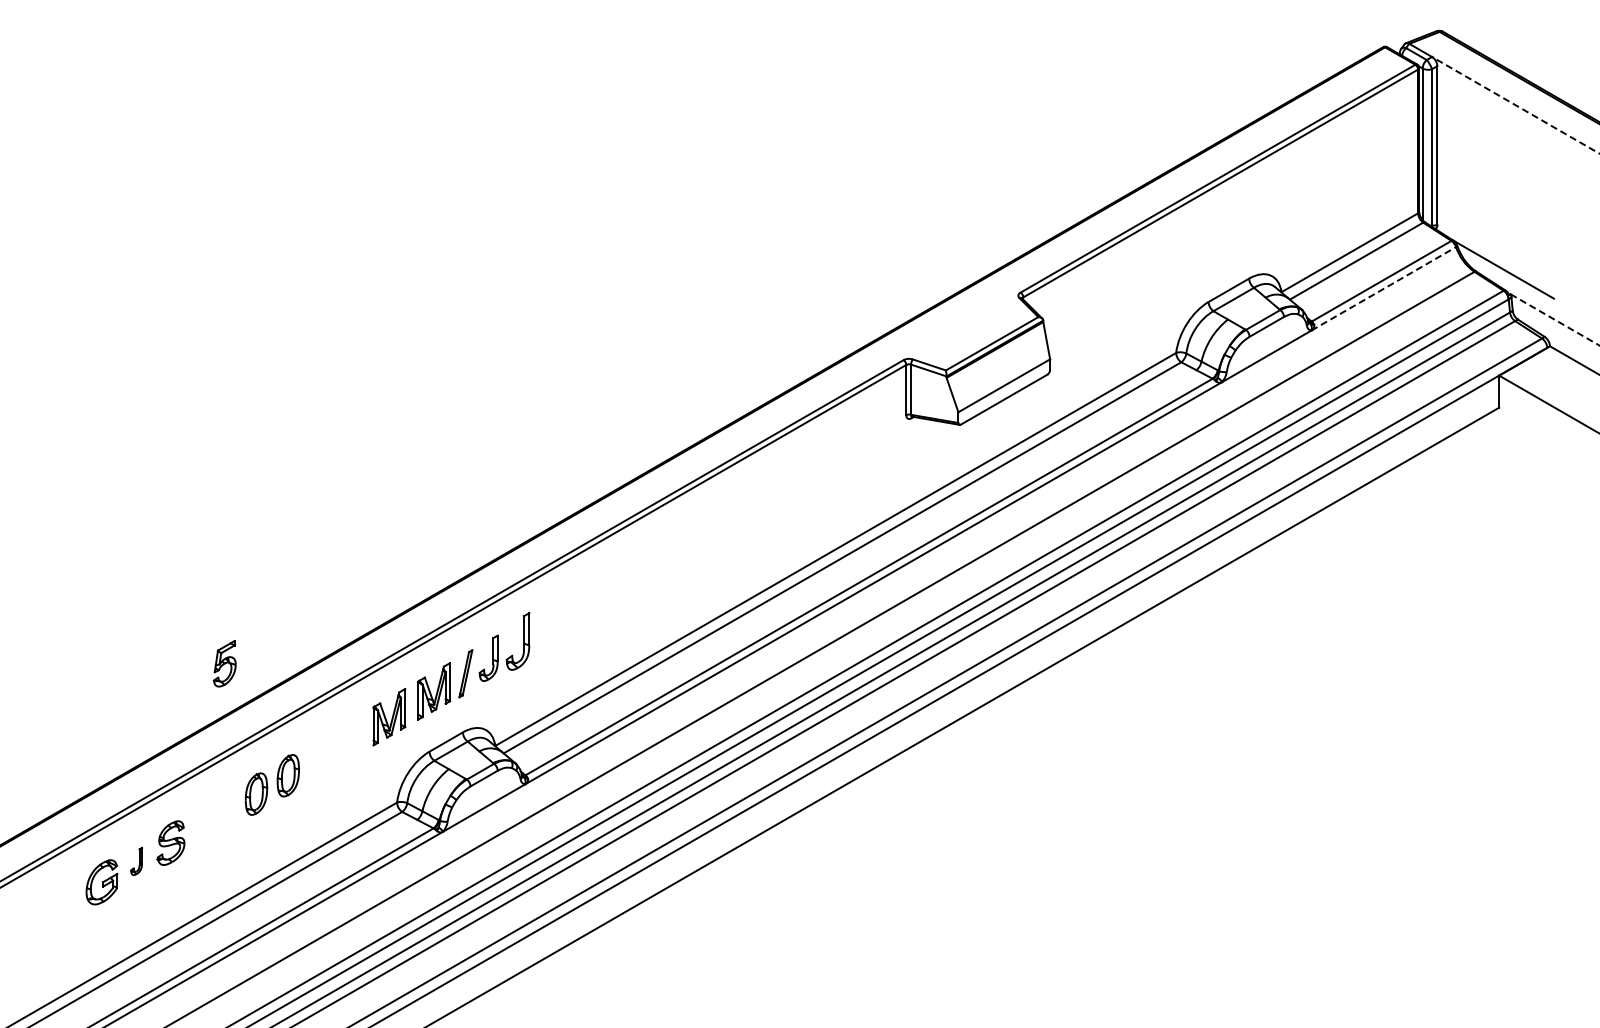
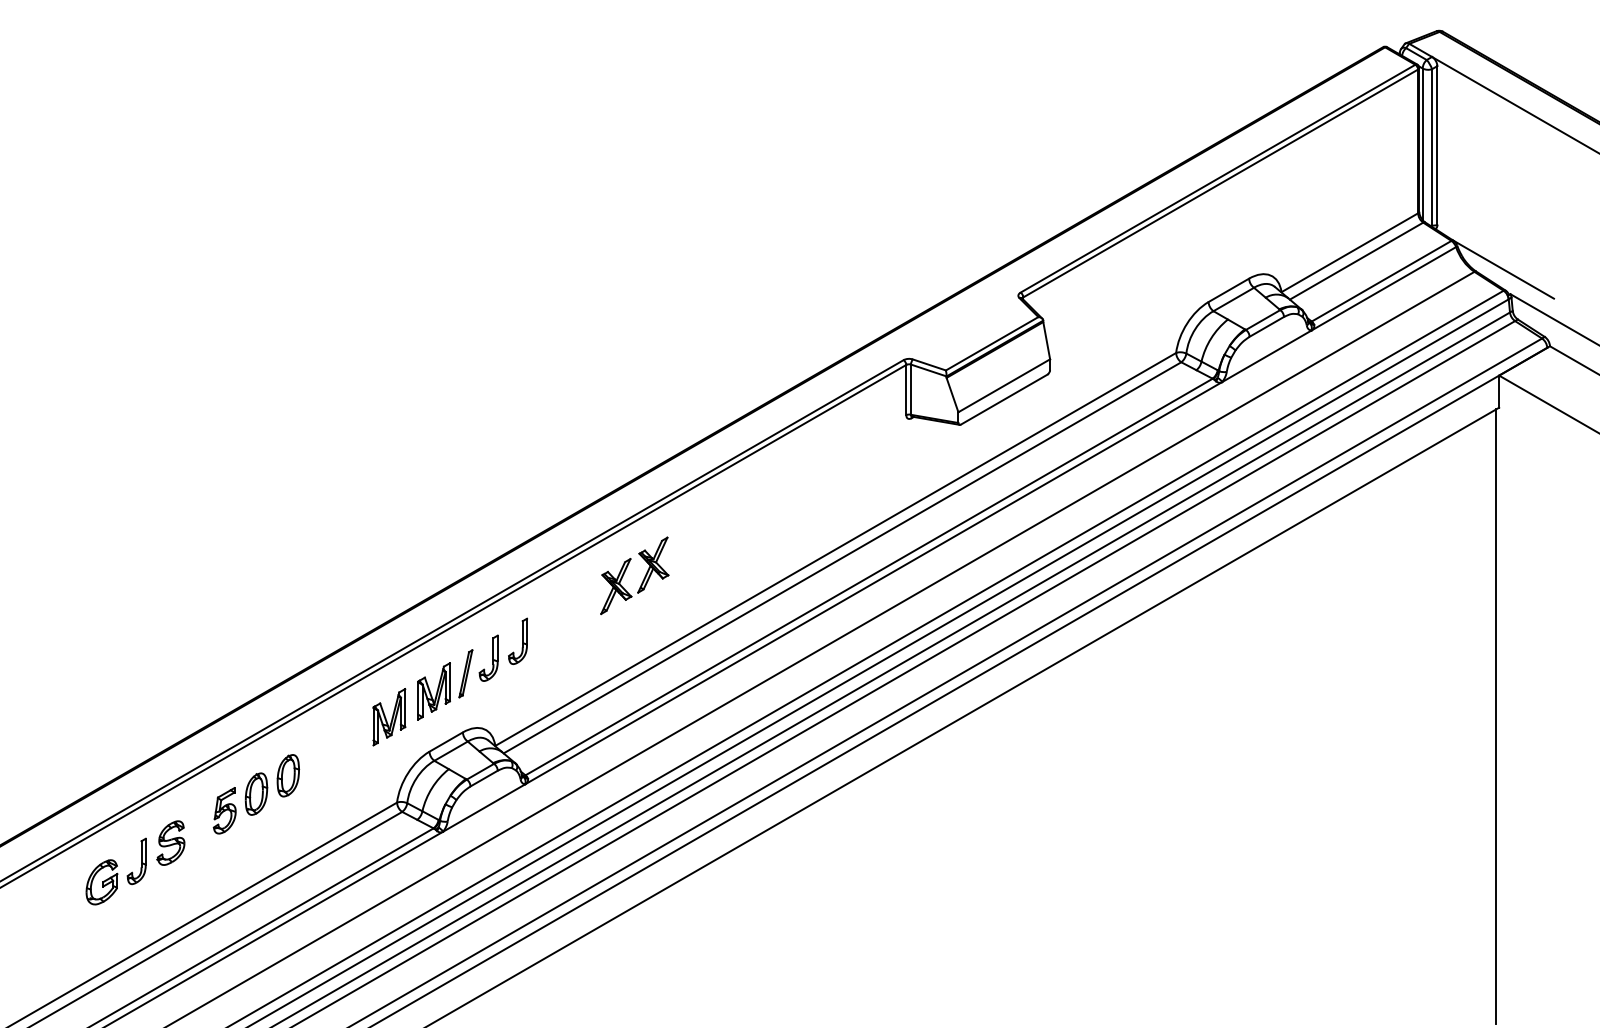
line at (1516, 105): dashed -> solid
line at (1383, 288): dashed -> solid
line at (1555, 320): dashed -> solid
part at (626, 570): none -> present
part at (517, 641) size: 26x59 px -> 20x48 px
part at (224, 663) position: (224, 663) -> (224, 810)
line at (1496, 716): none -> present
part at (136, 860) size: 13x30 px -> 21x49 px
